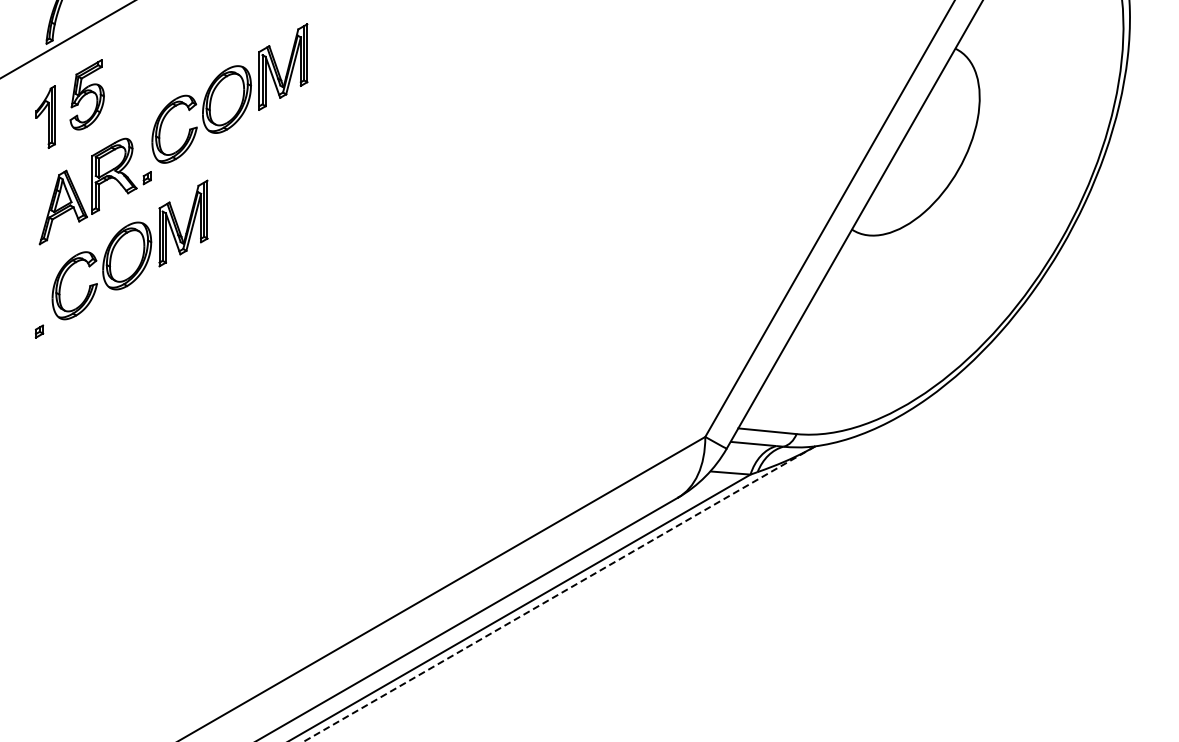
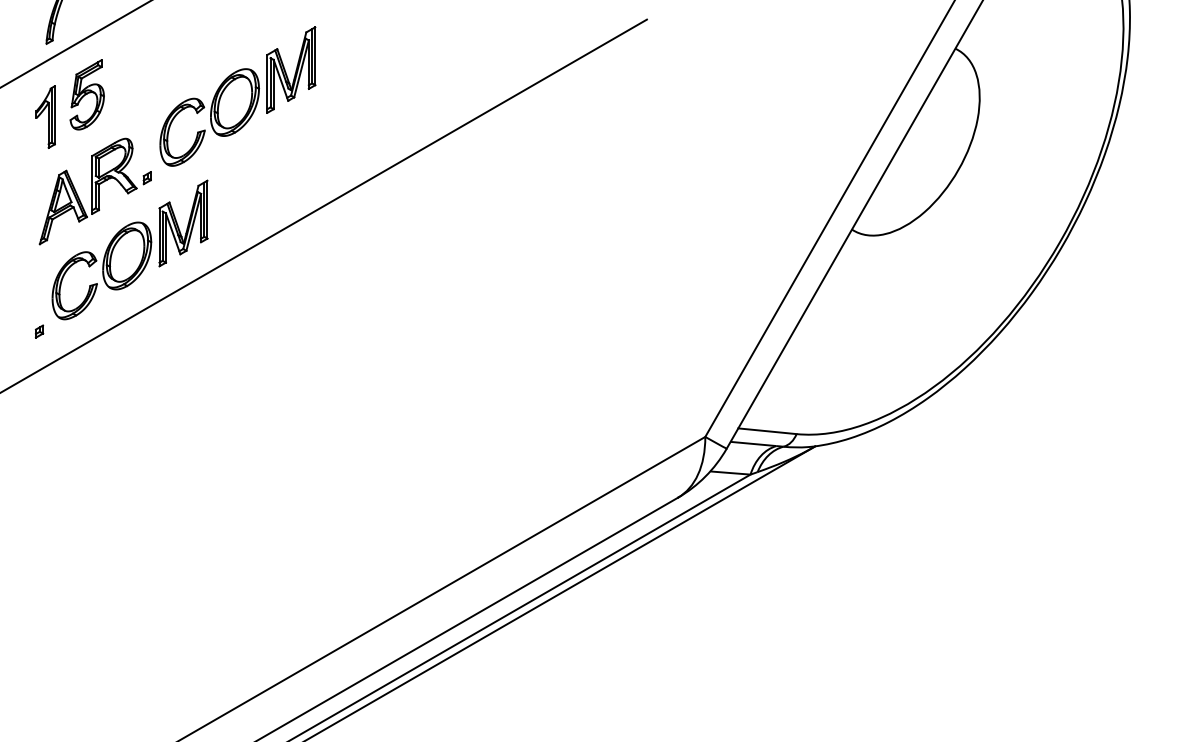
line at (67, 39) position: (67, 39) -> (75, 44)
part at (229, 93) position: (229, 93) -> (237, 96)
line at (324, 205): none -> present
line at (559, 594): dashed -> solid
